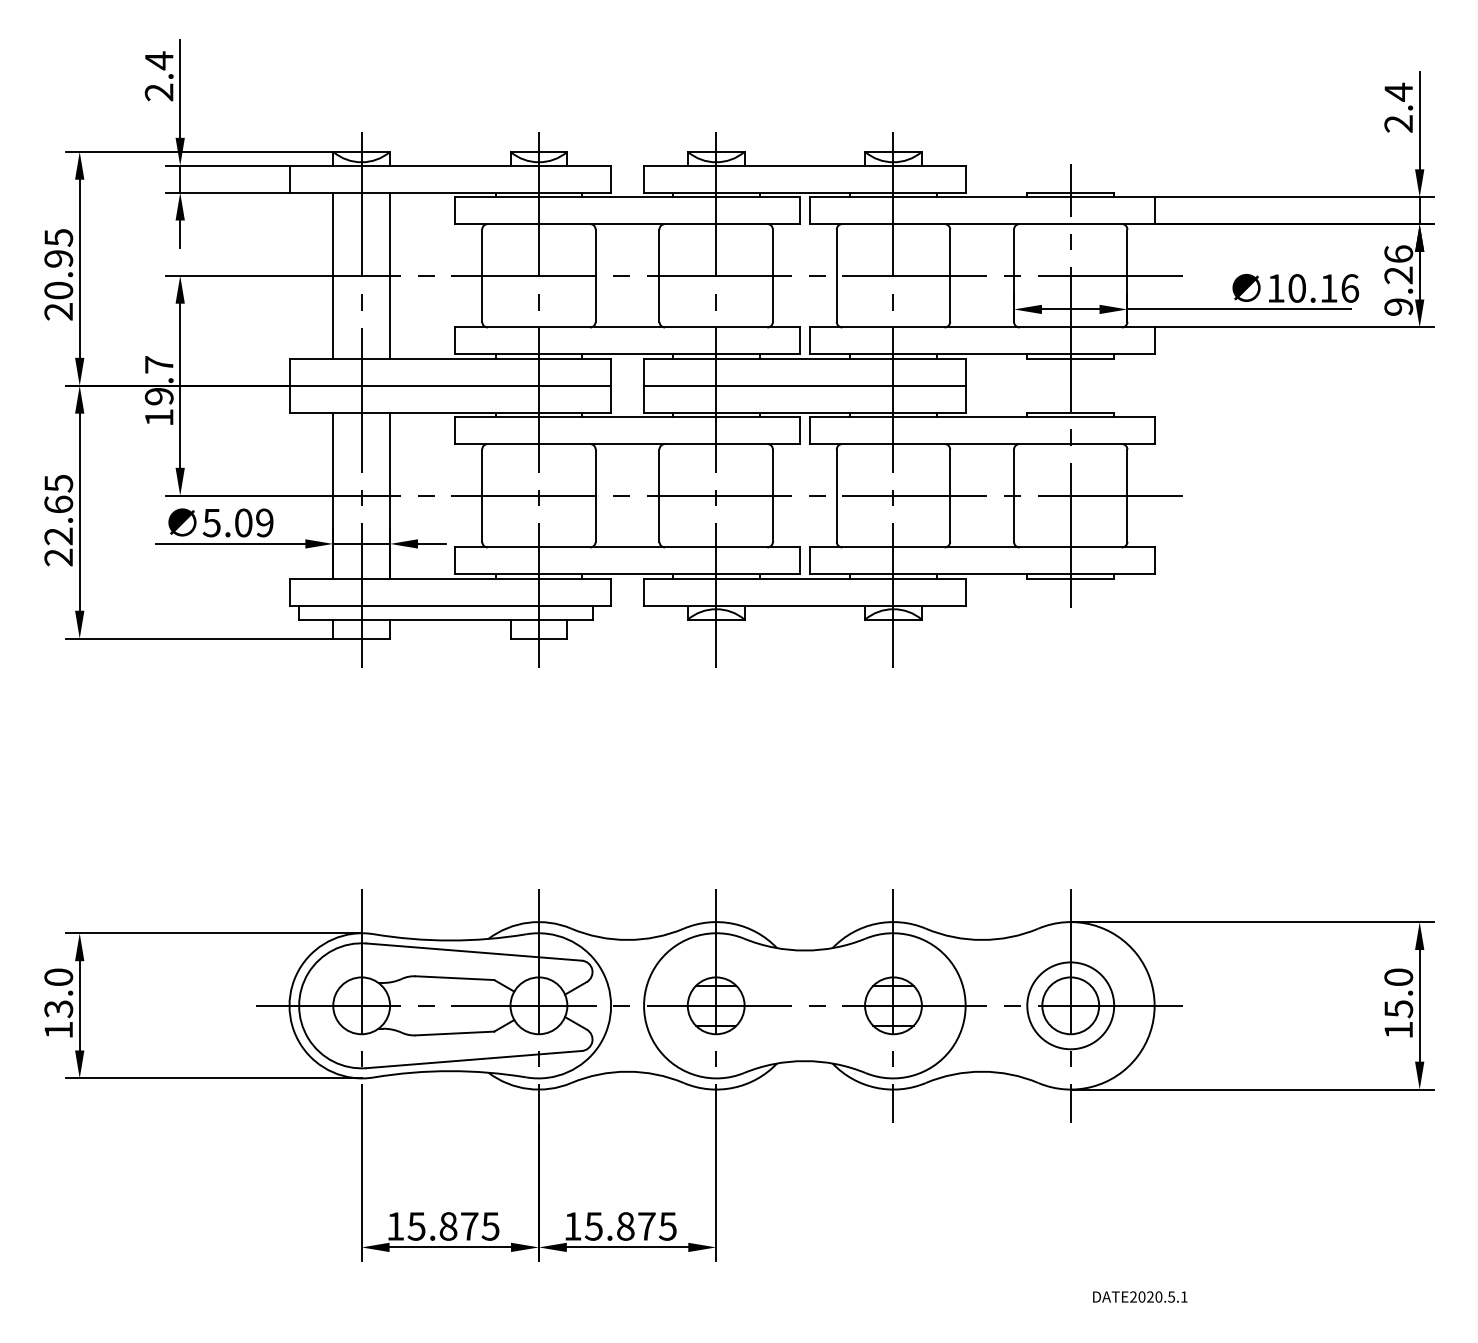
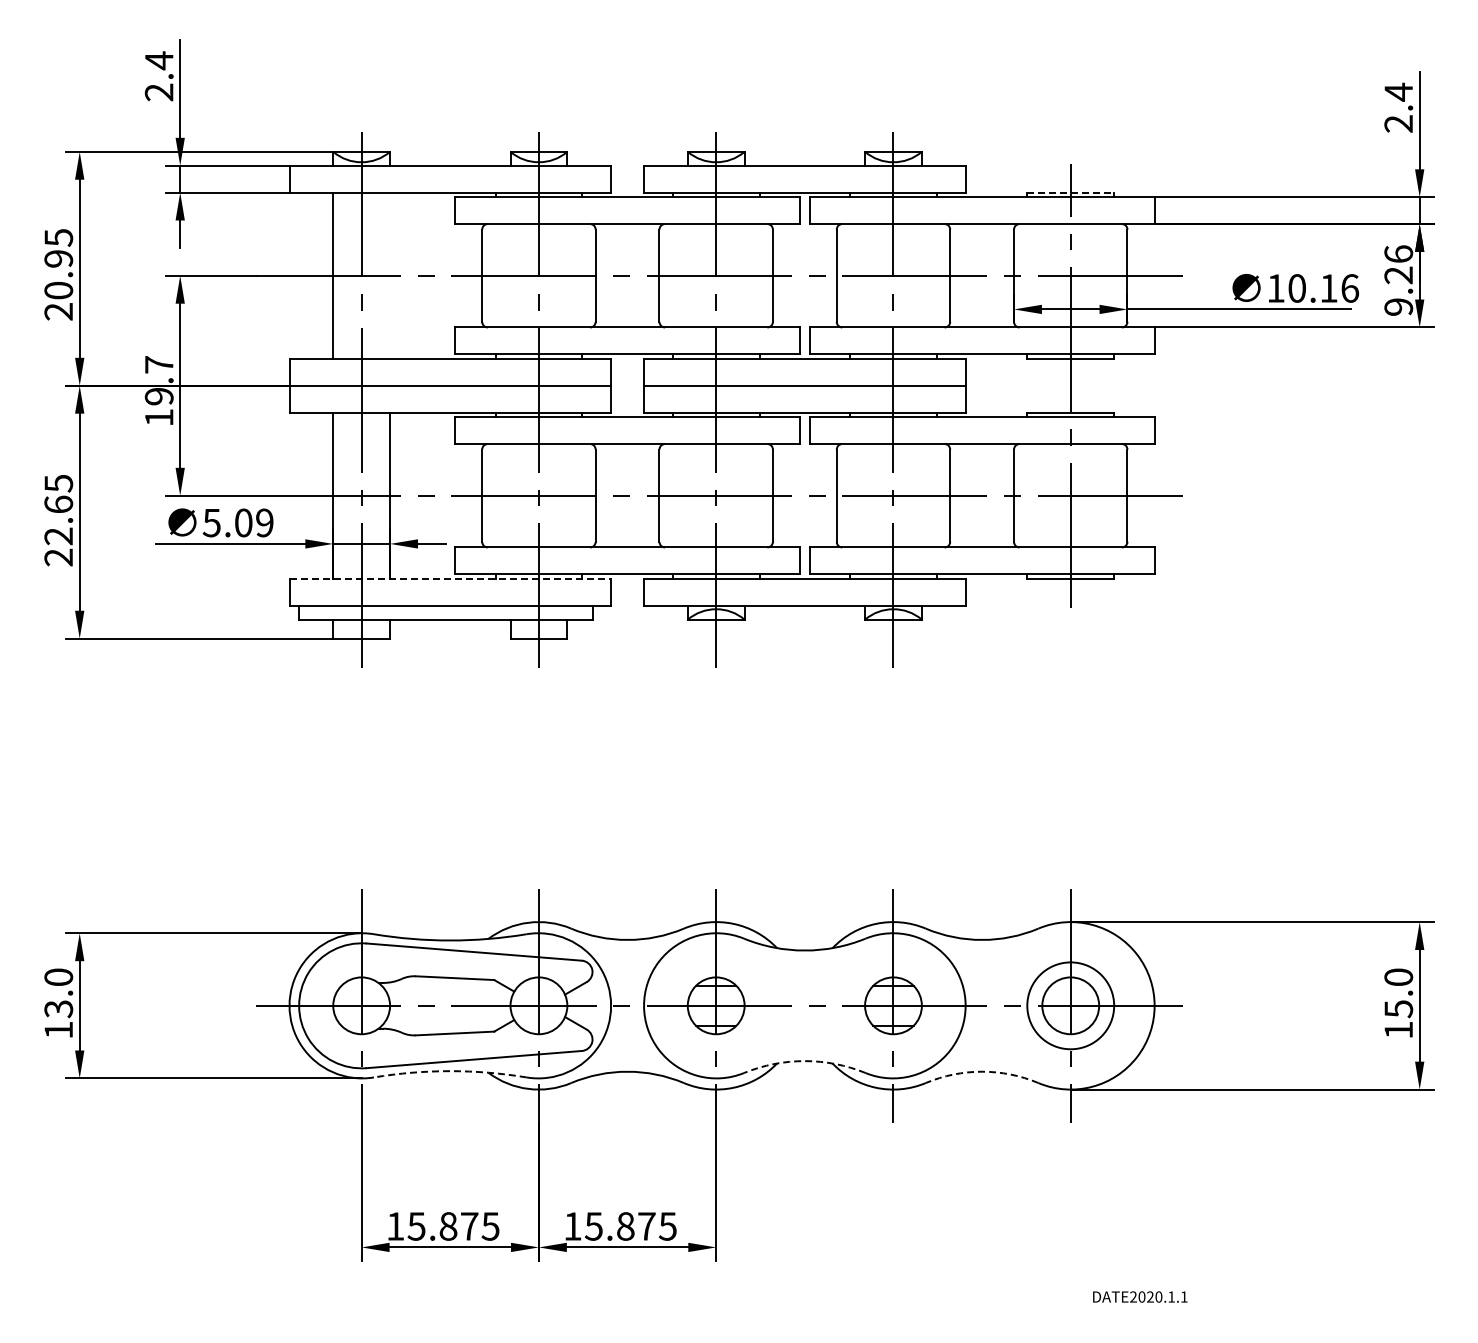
line at (1071, 192): solid -> dashed
line at (390, 275): present -> none
line at (450, 578): solid -> dashed
arc at (804, 1061): solid -> dashed
arc at (450, 1071): solid -> dashed
arc at (982, 1071): solid -> dashed
text at (1171, 1296): DATE2020.5.1 -> DATE2020.1.1
